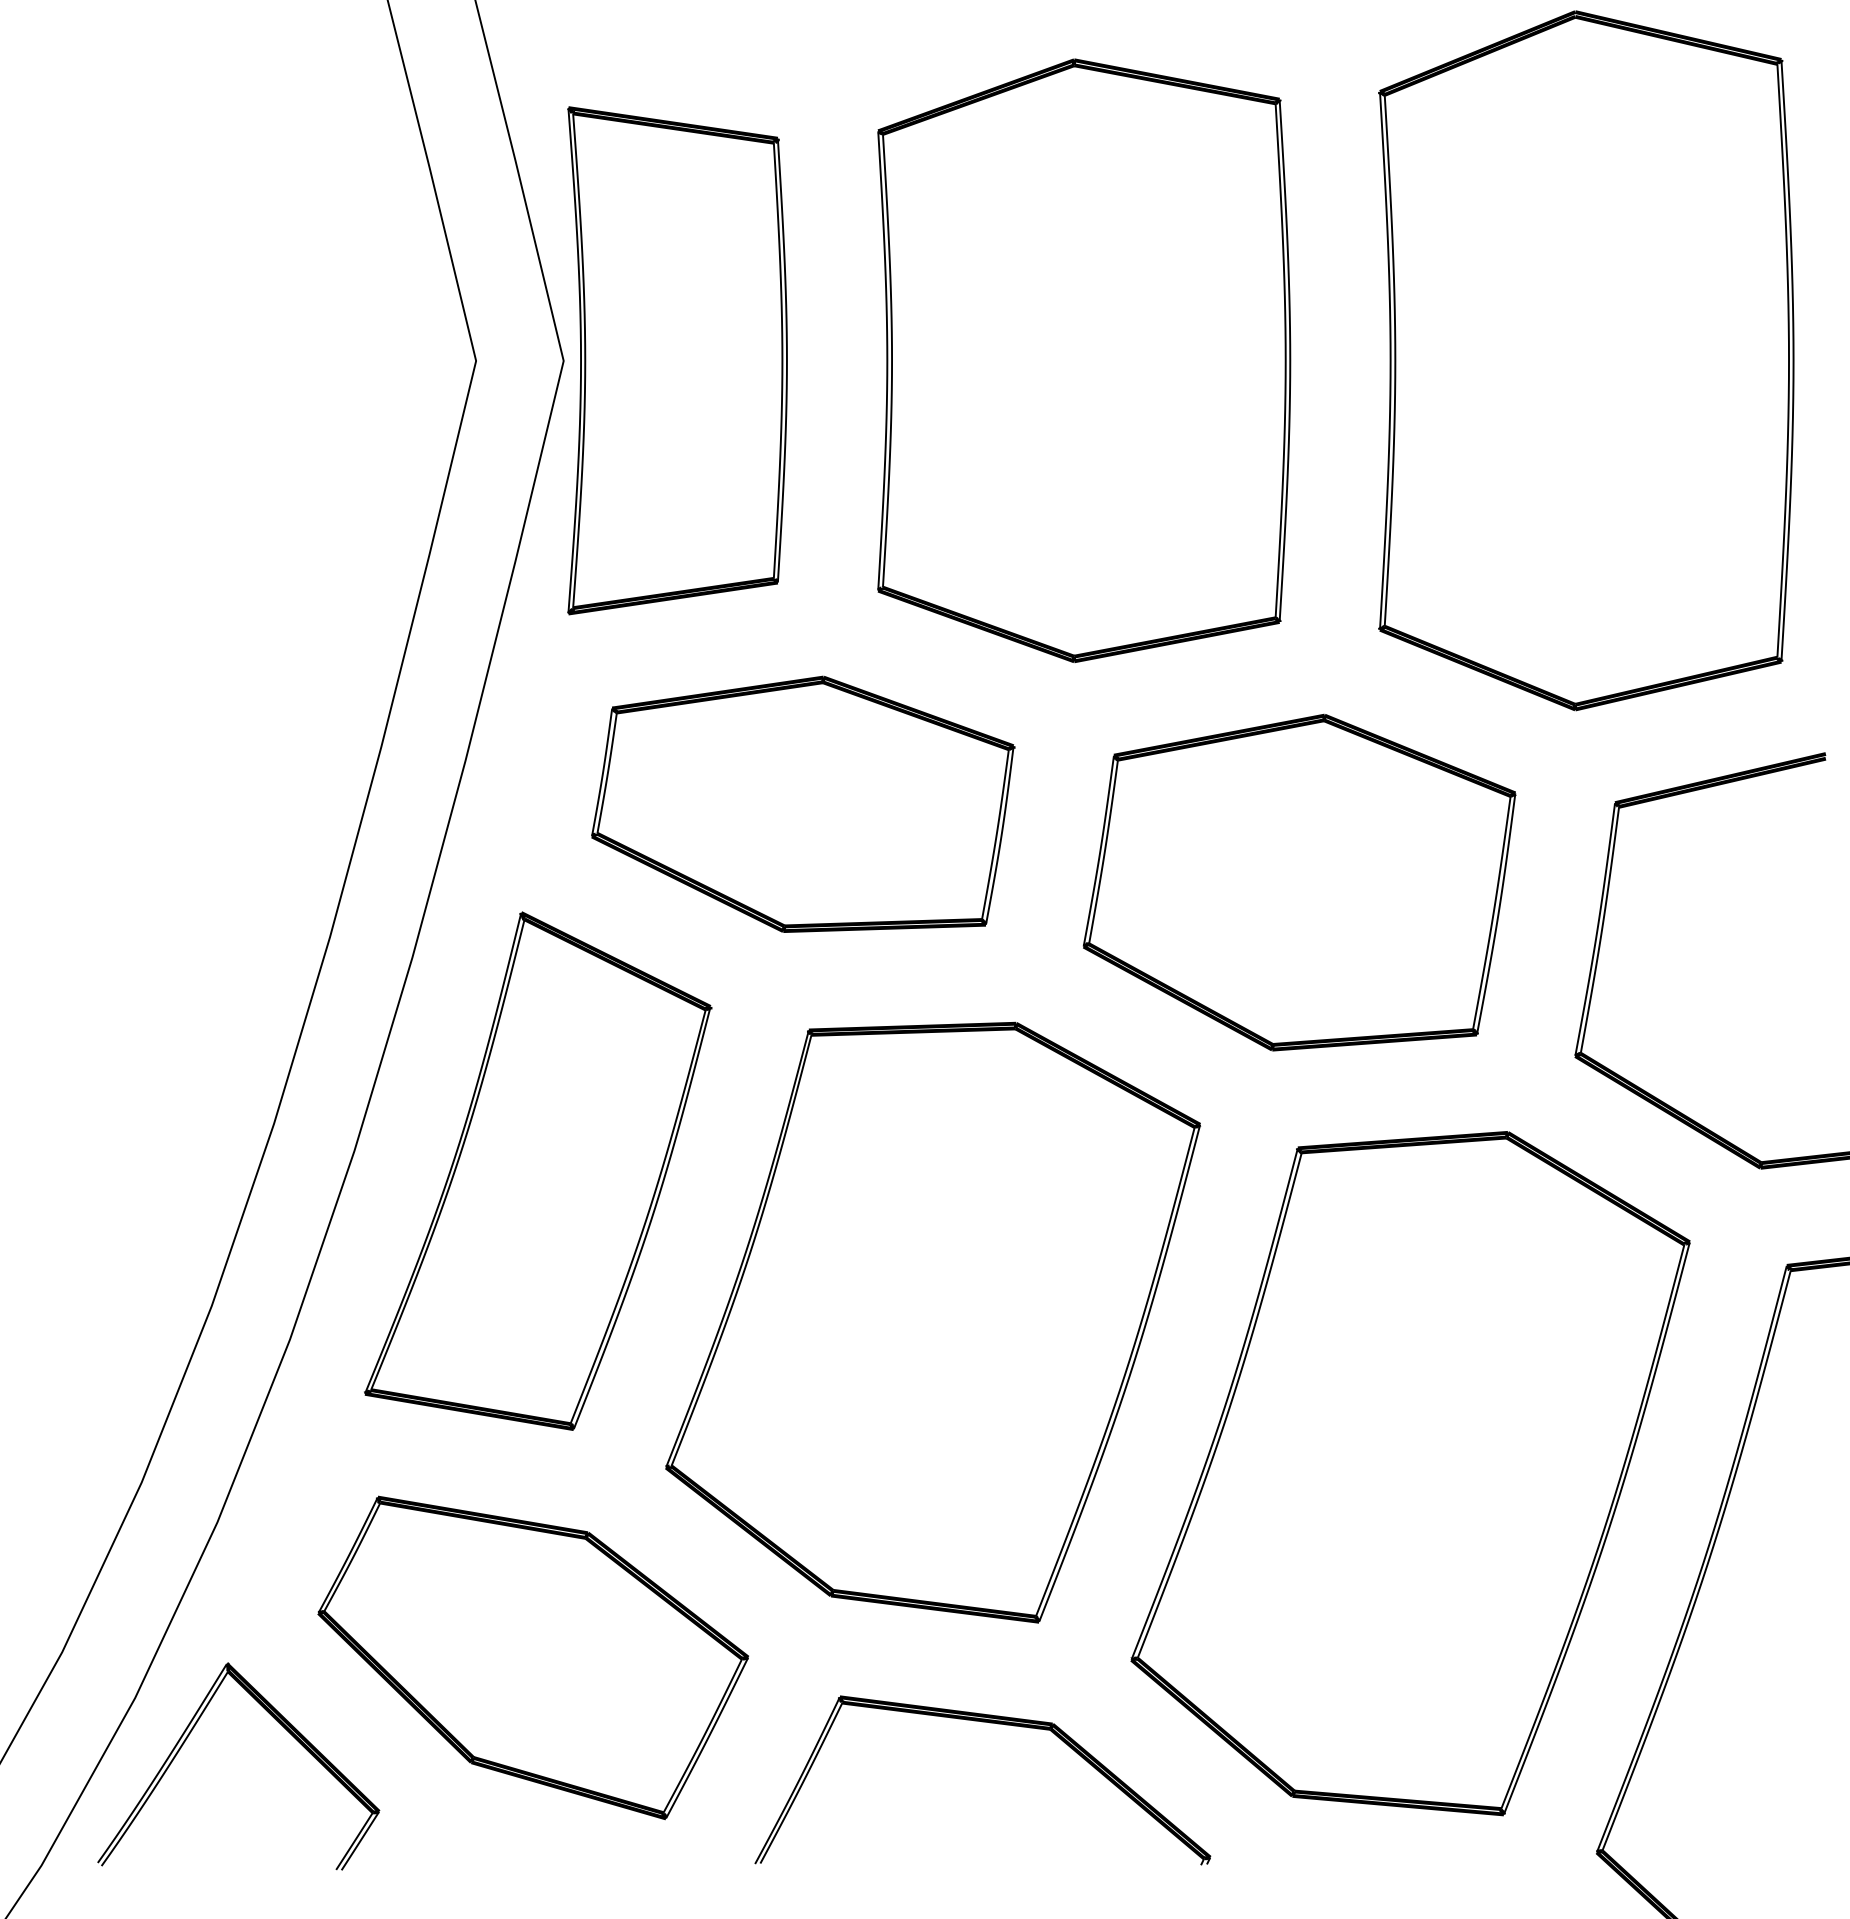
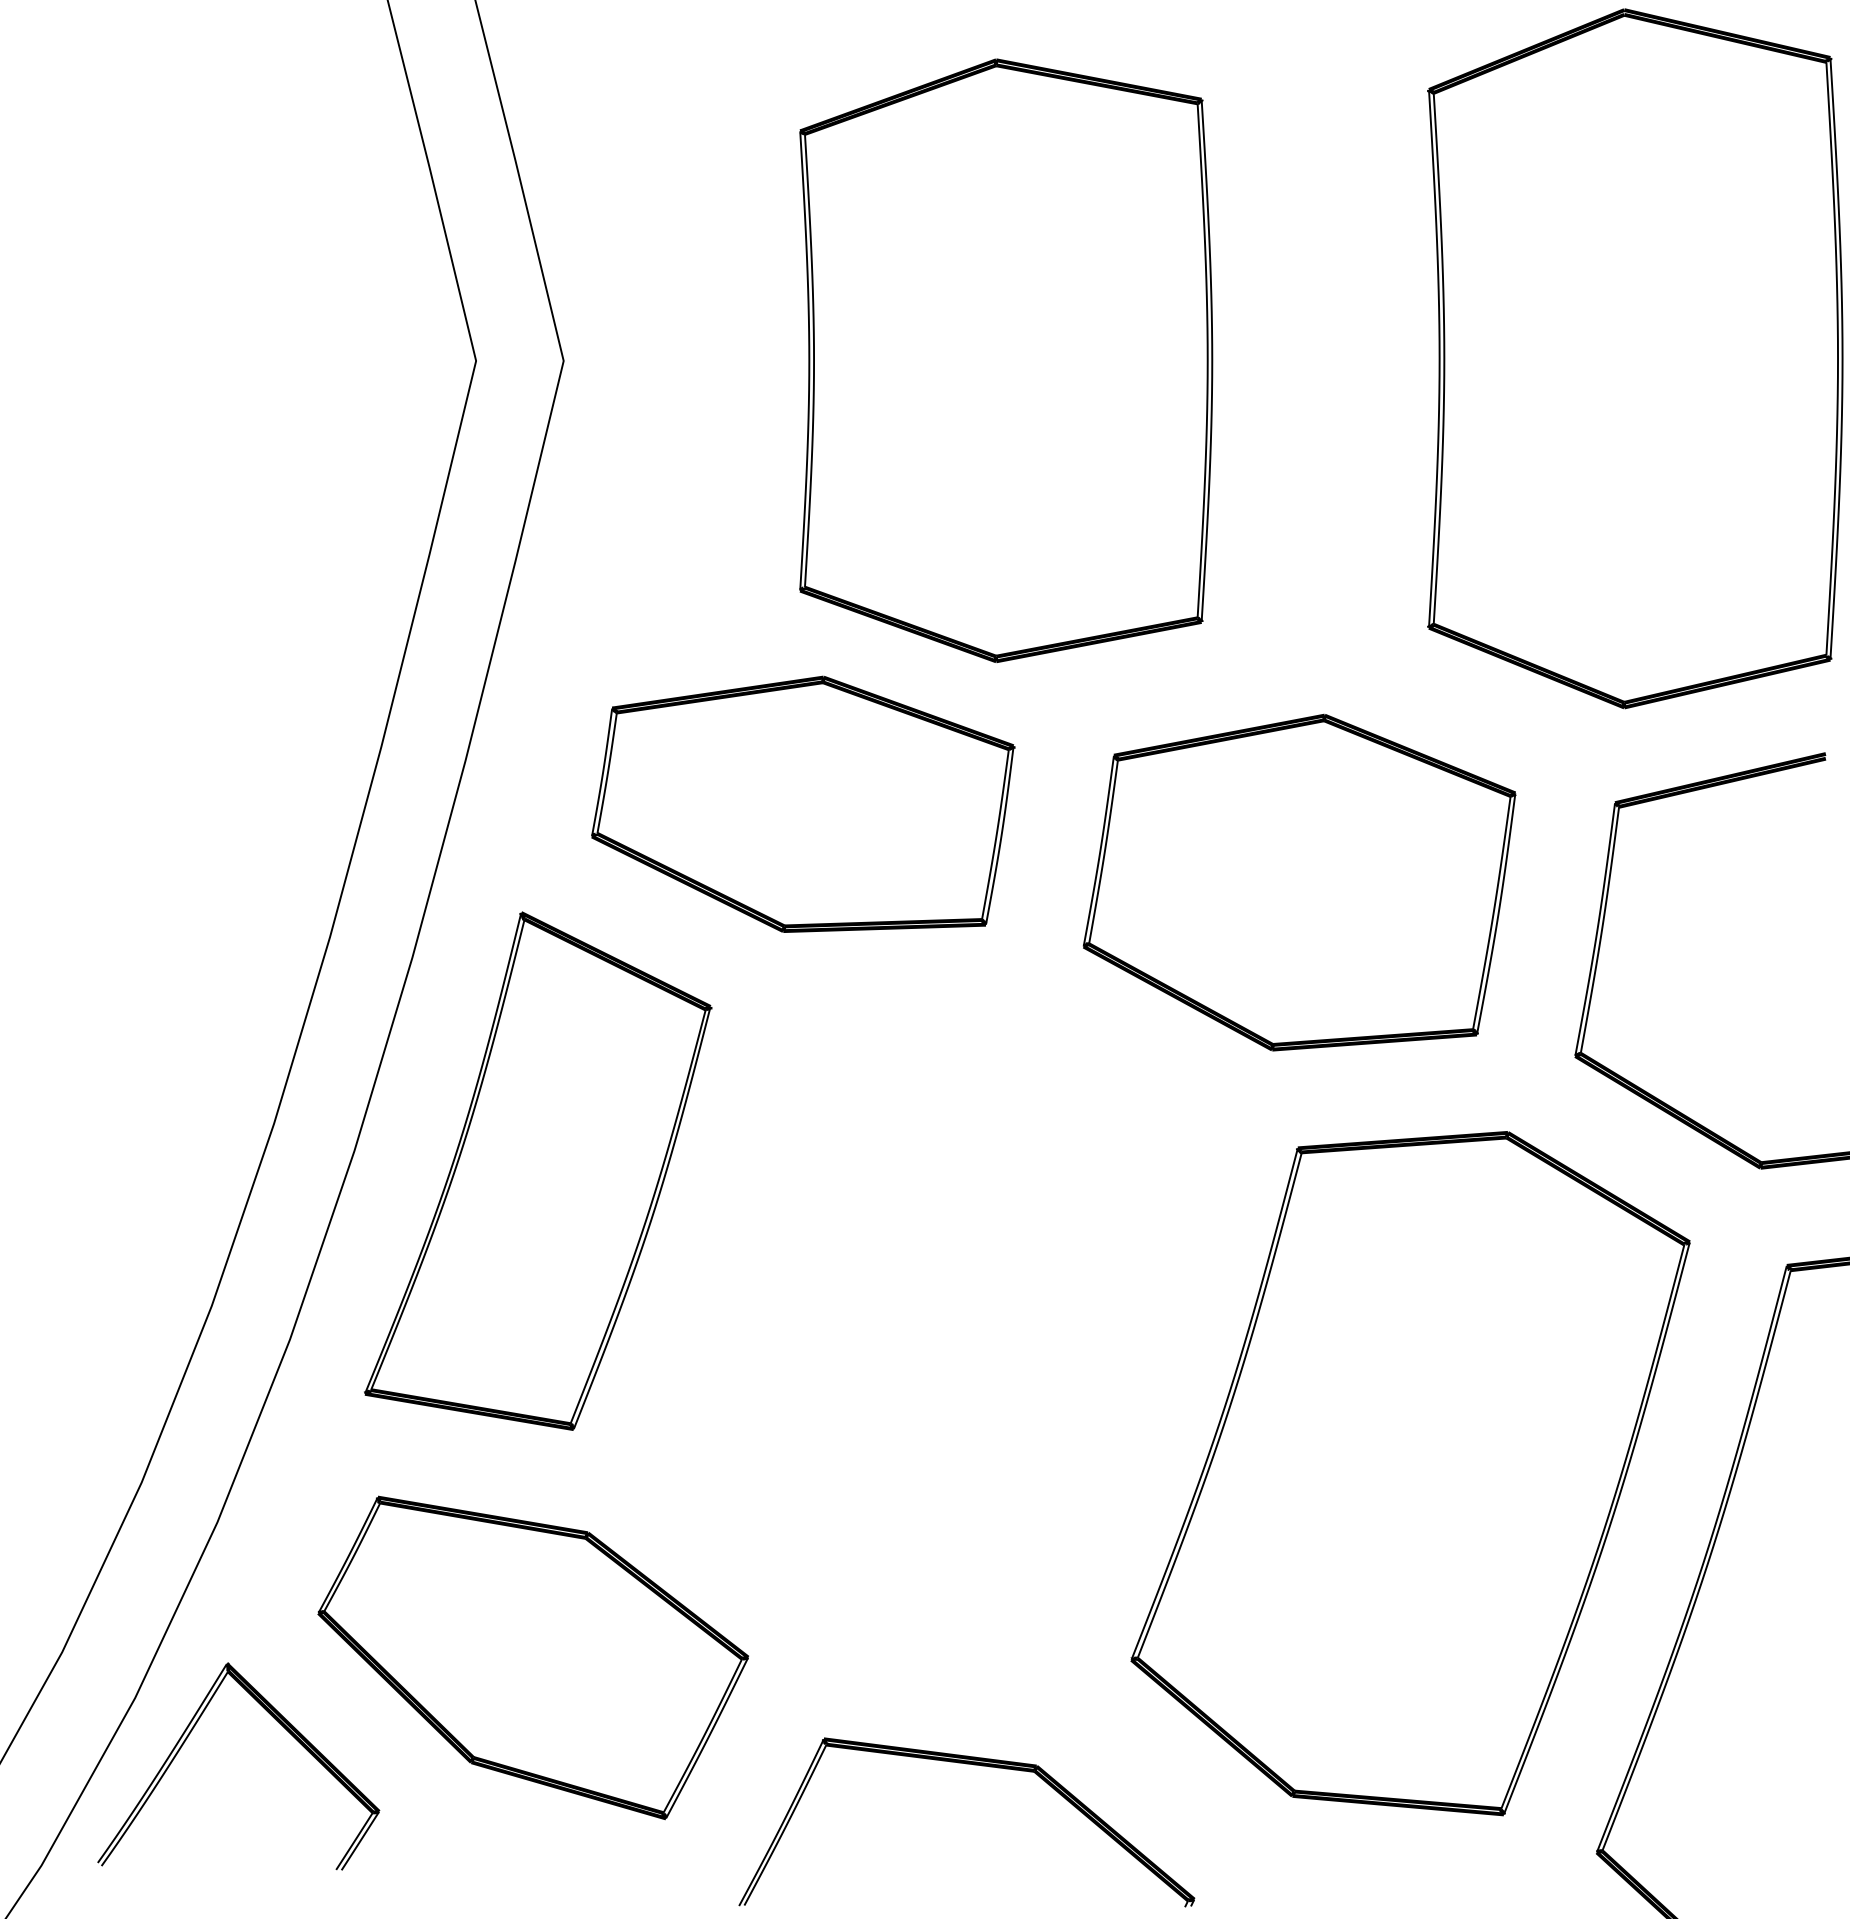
part at (677, 360): present -> none
part at (1084, 360) position: (1084, 360) -> (1006, 360)
part at (1586, 360) position: (1586, 360) -> (1635, 358)
part at (933, 1322): present -> none
part at (989, 1723) position: (989, 1723) -> (973, 1765)
